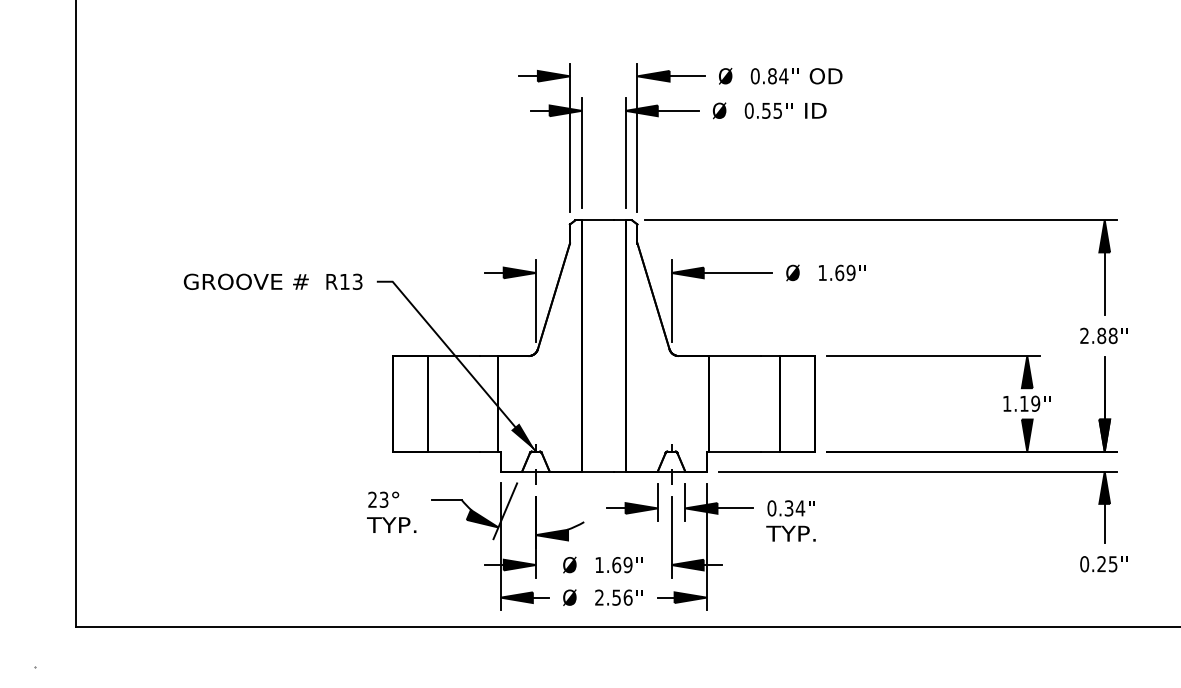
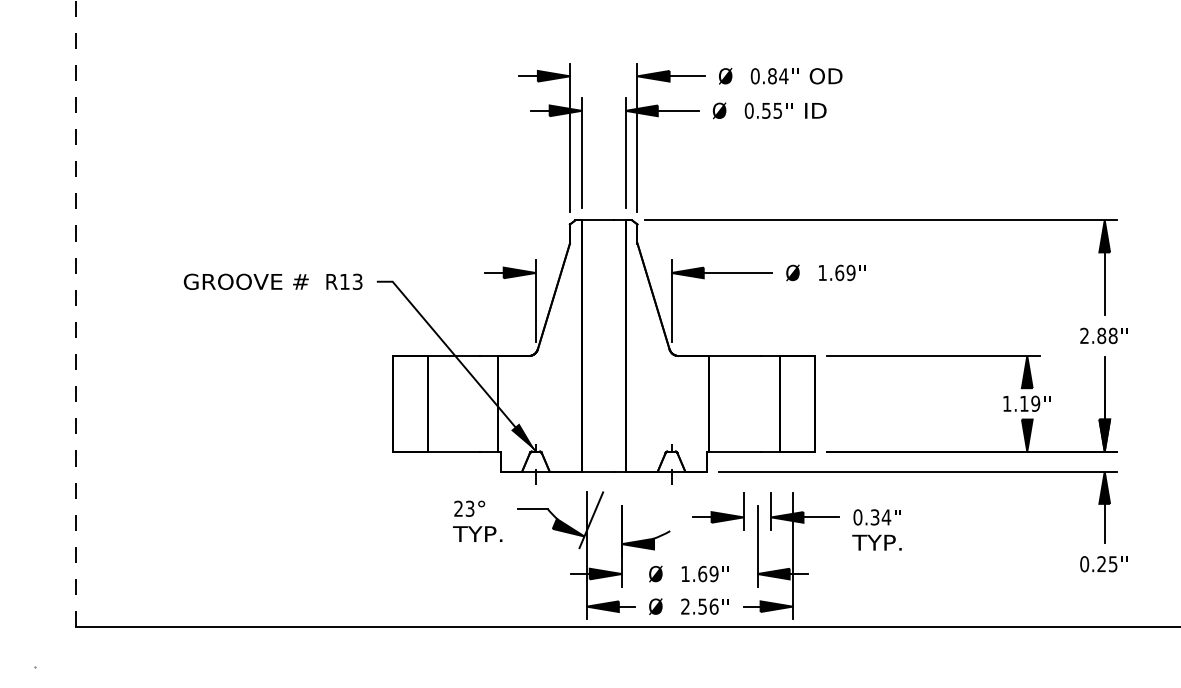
line at (75, 313): solid -> dashed
part at (596, 557) position: (596, 557) -> (682, 566)
